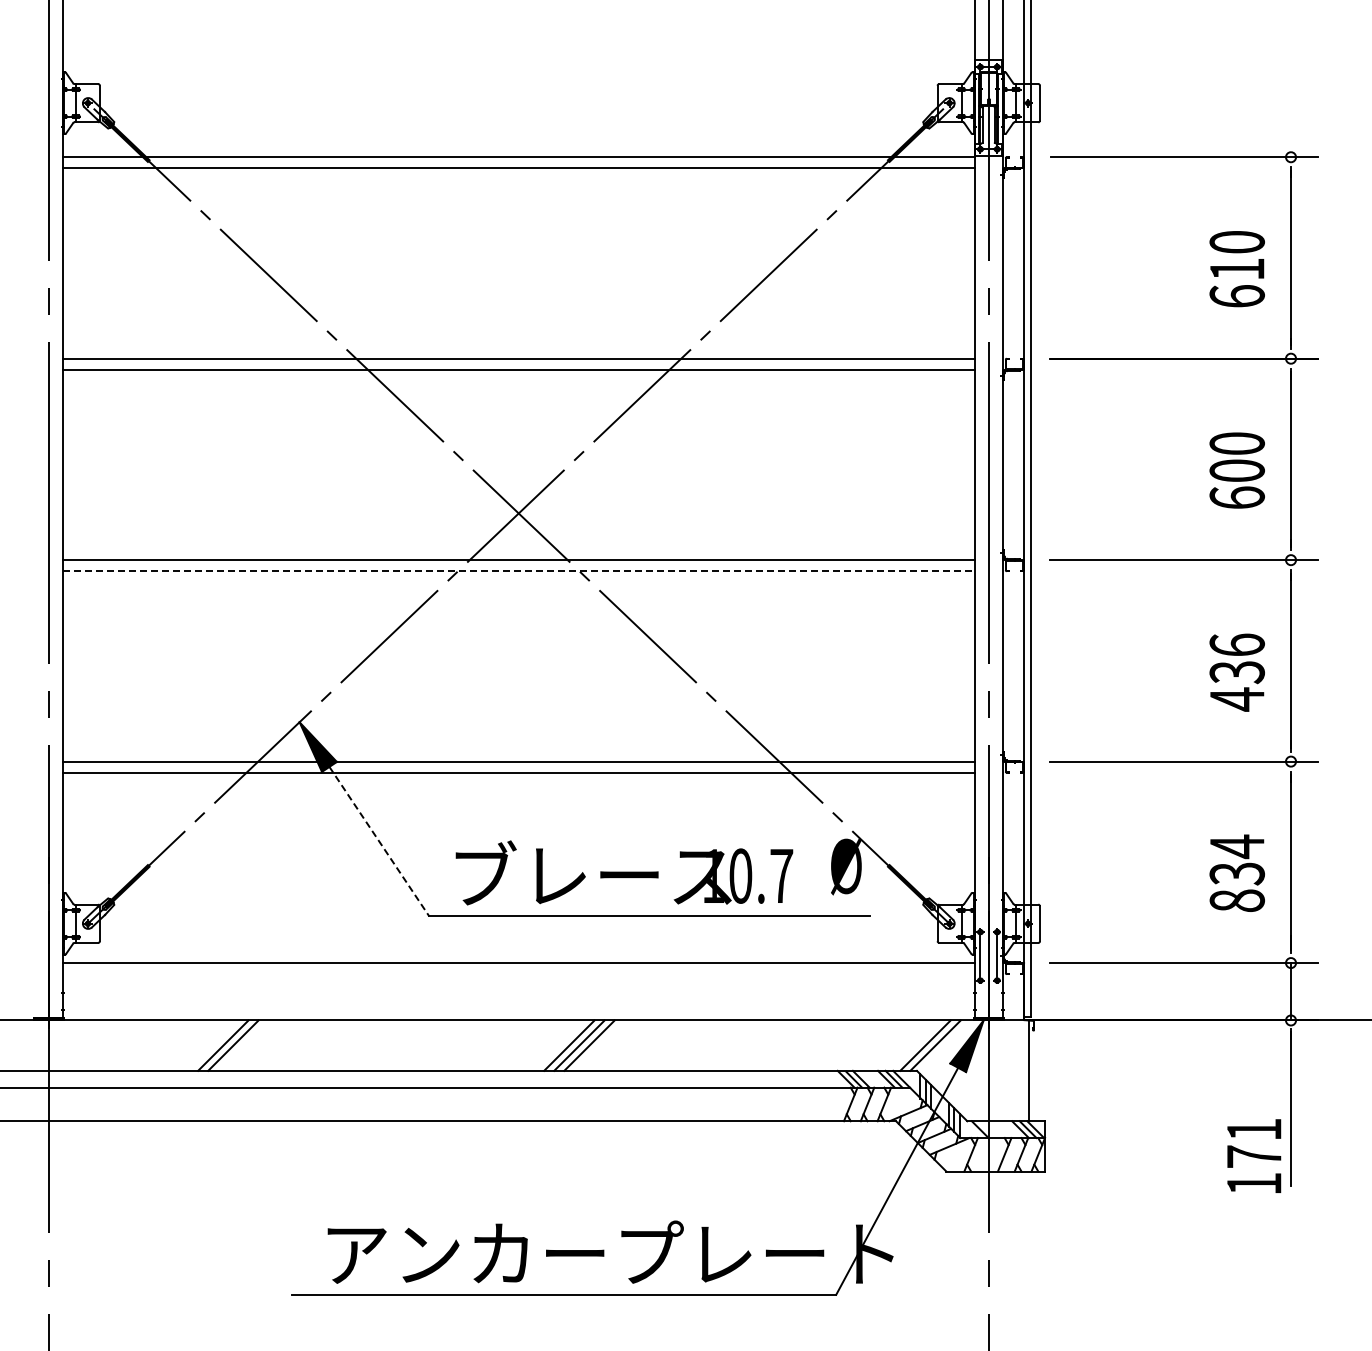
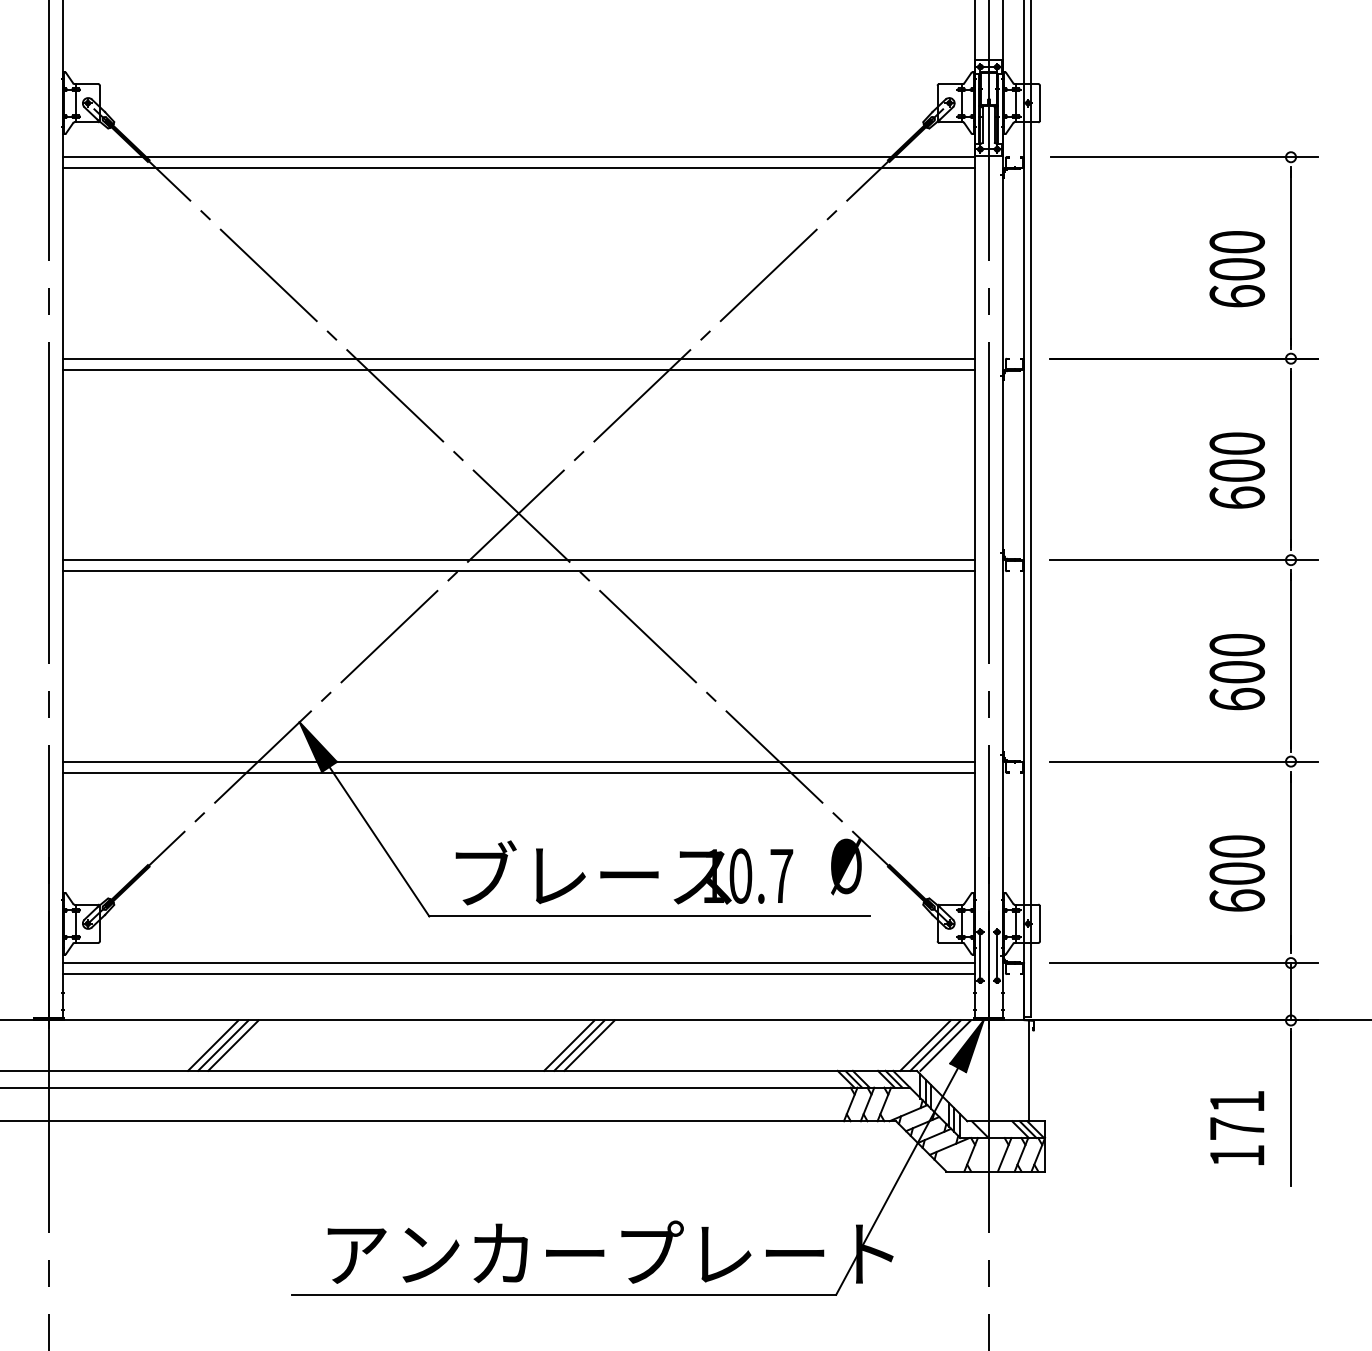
text at (1237, 269): 610 -> 600
line at (518, 571): dashed -> solid
text at (1236, 672): 436 -> 600
line at (379, 841): dashed -> solid
text at (1237, 872): 834 -> 600
line at (518, 974): none -> present
line at (213, 1045): none -> present
line at (945, 1045): none -> present
text at (1254, 1155) position: (1254, 1155) -> (1237, 1127)
